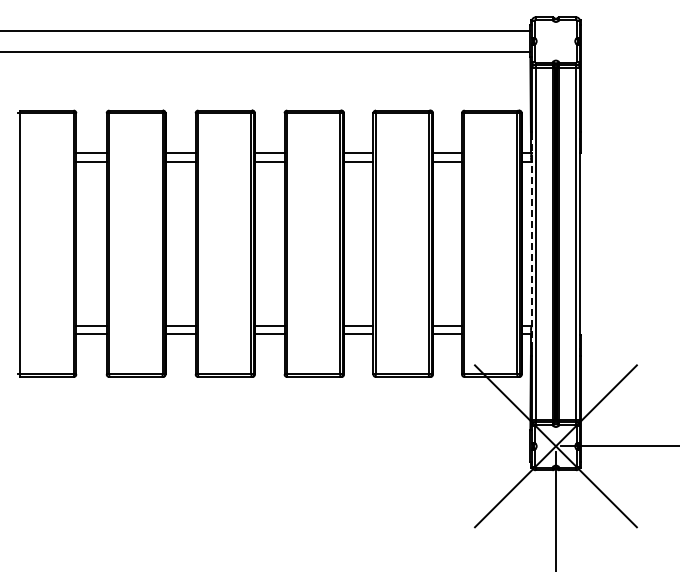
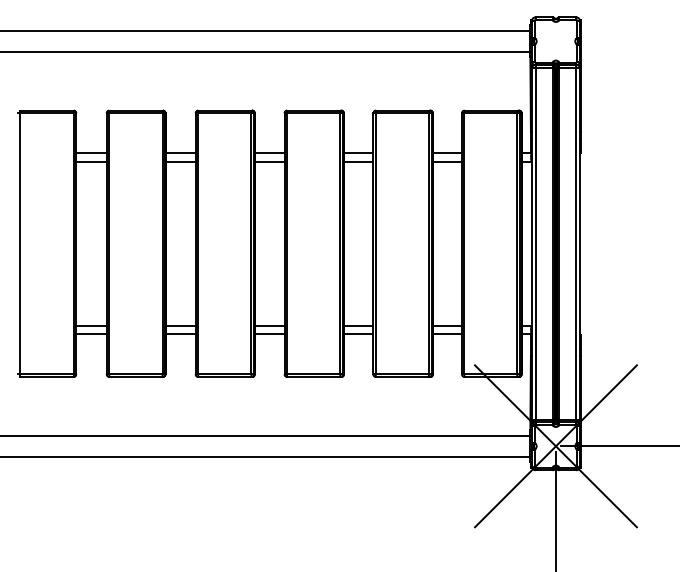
line at (531, 243): dashed -> solid
line at (266, 435): none -> present
line at (266, 456): none -> present
